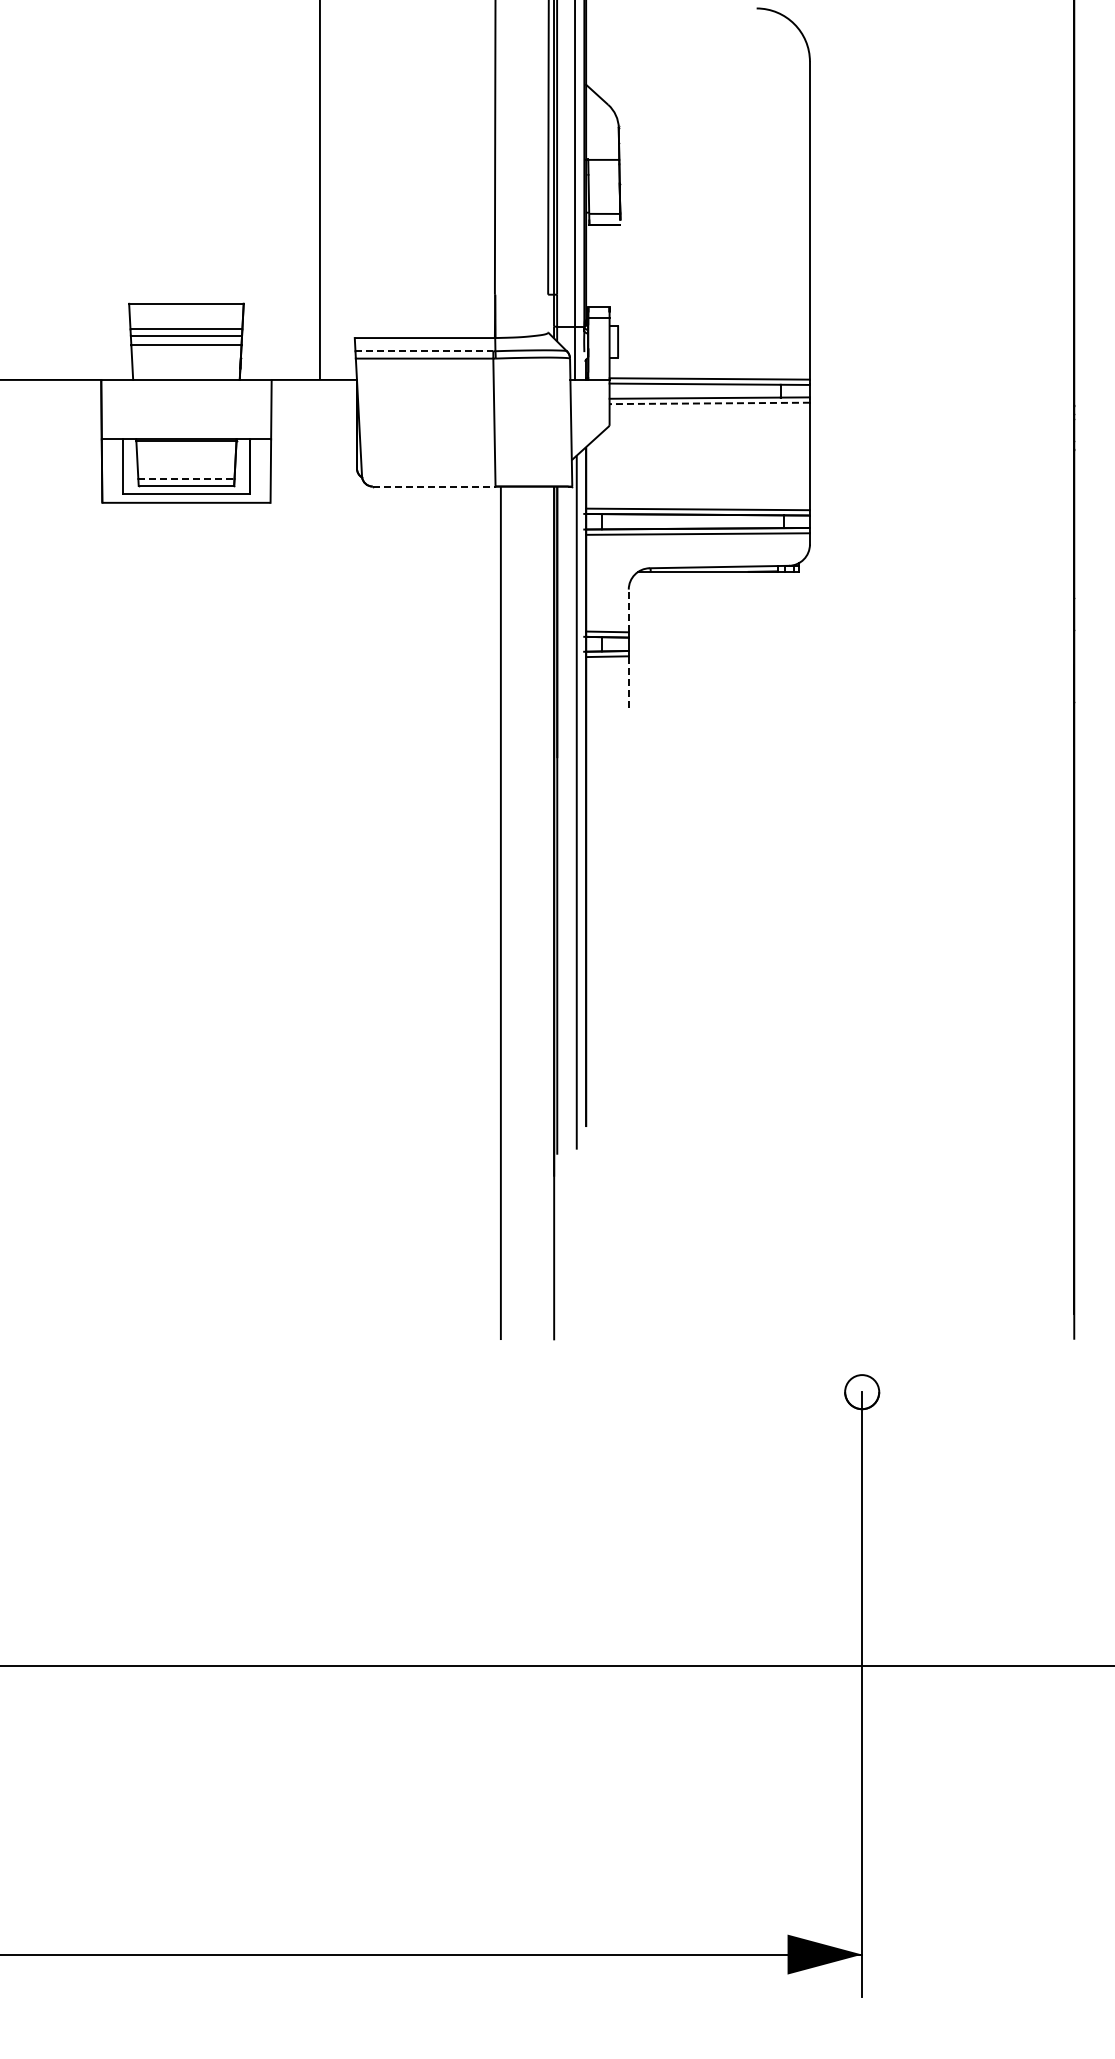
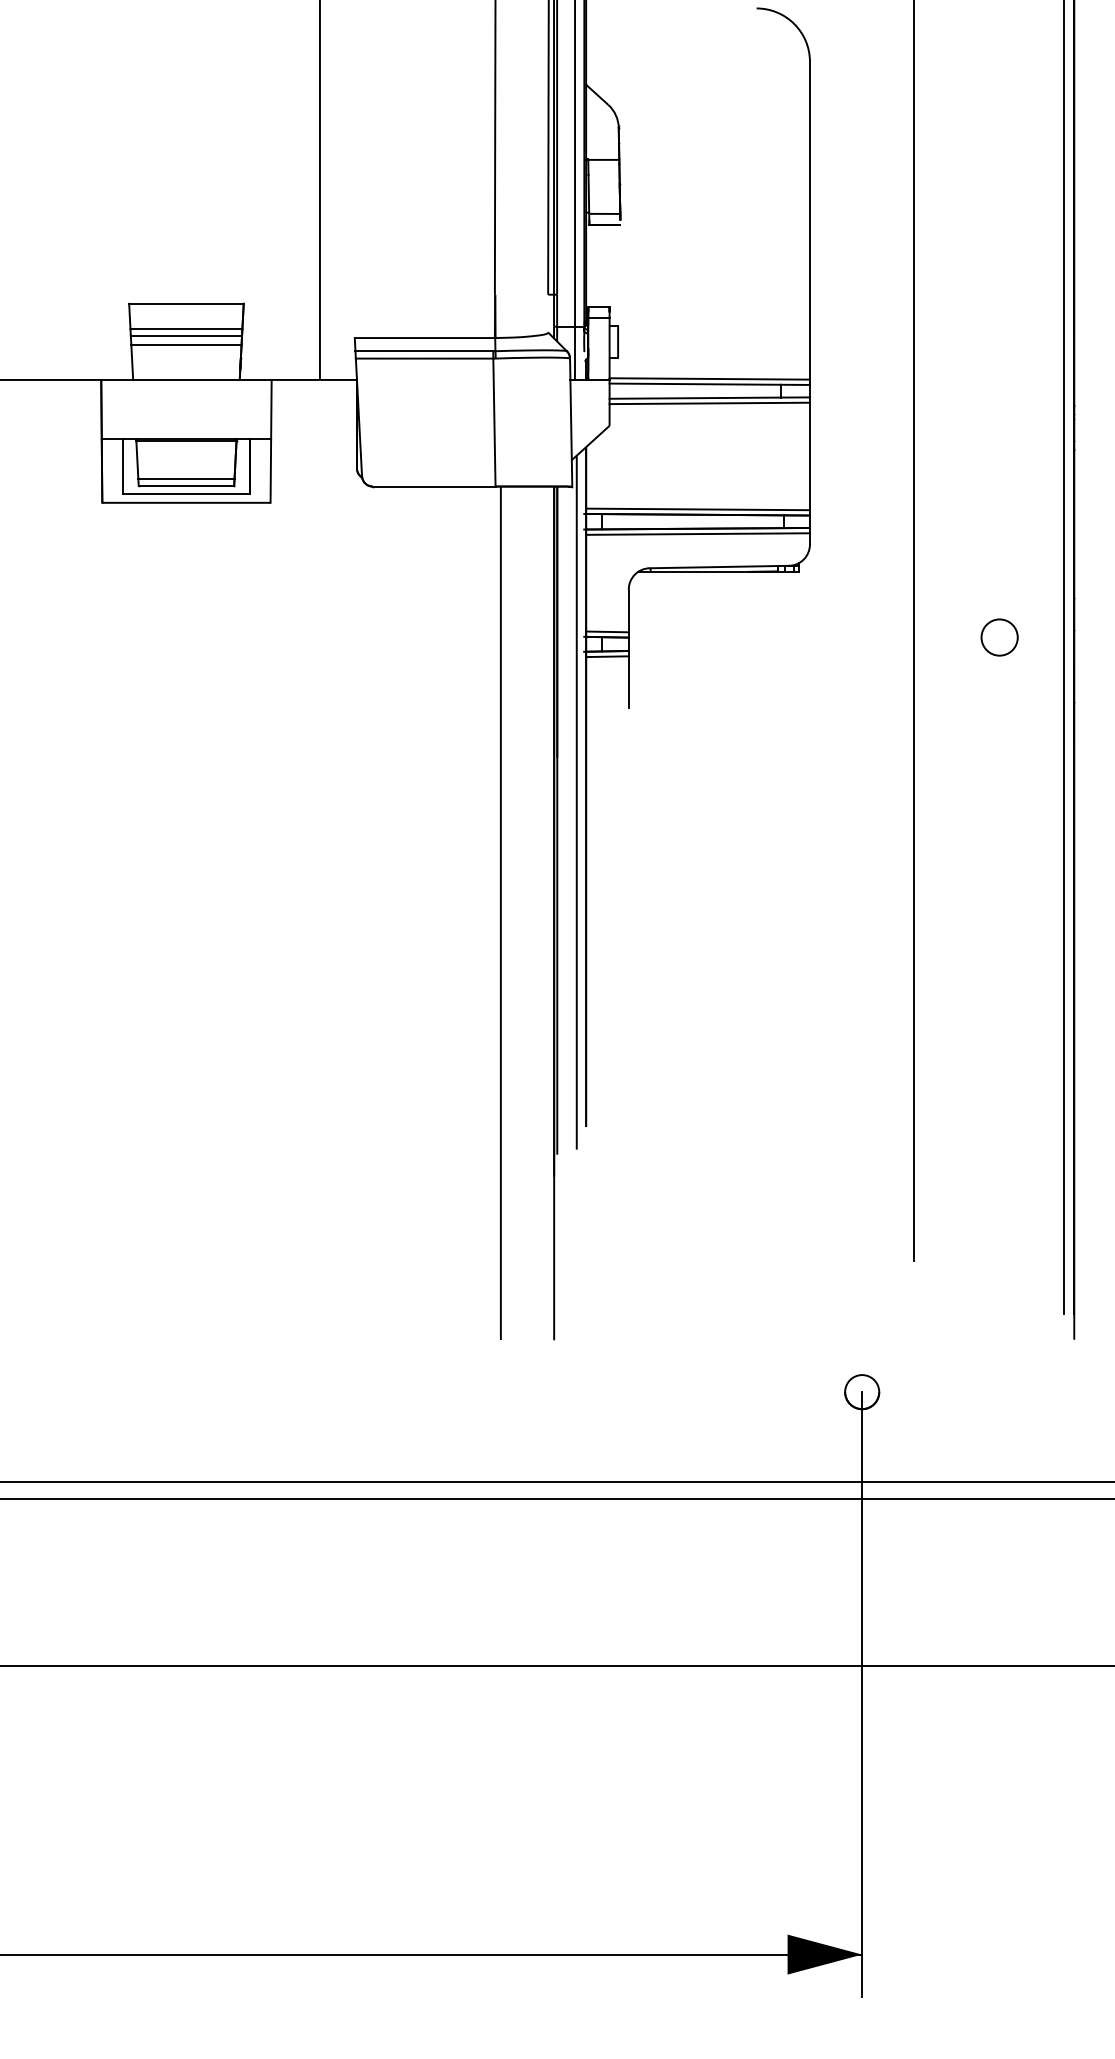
line at (424, 351): dashed -> solid
line at (709, 403): dashed -> solid
line at (186, 478): dashed -> solid
line at (434, 486): dashed -> solid
line at (628, 610): dashed -> solid
line at (914, 631): none -> present
circle at (999, 637): none -> present
line at (1063, 658): none -> present
line at (628, 681): dashed -> solid
line at (556, 1481): none -> present
line at (556, 1498): none -> present
